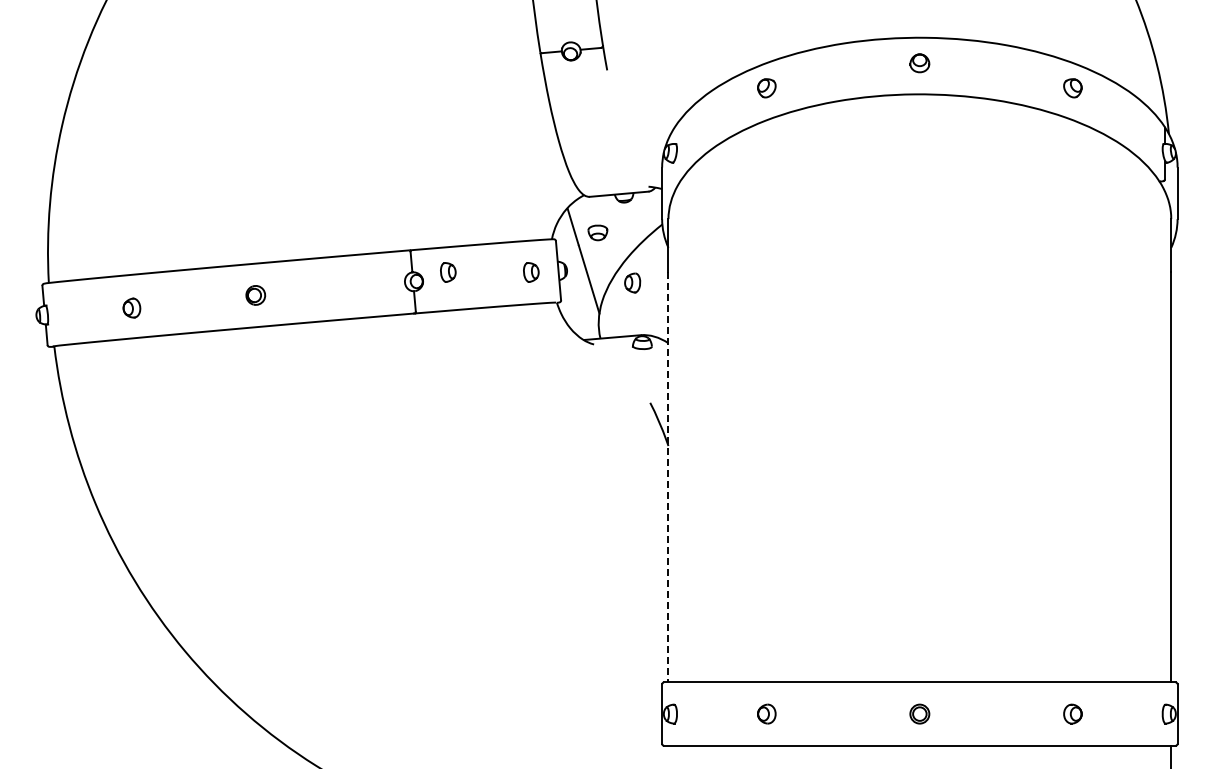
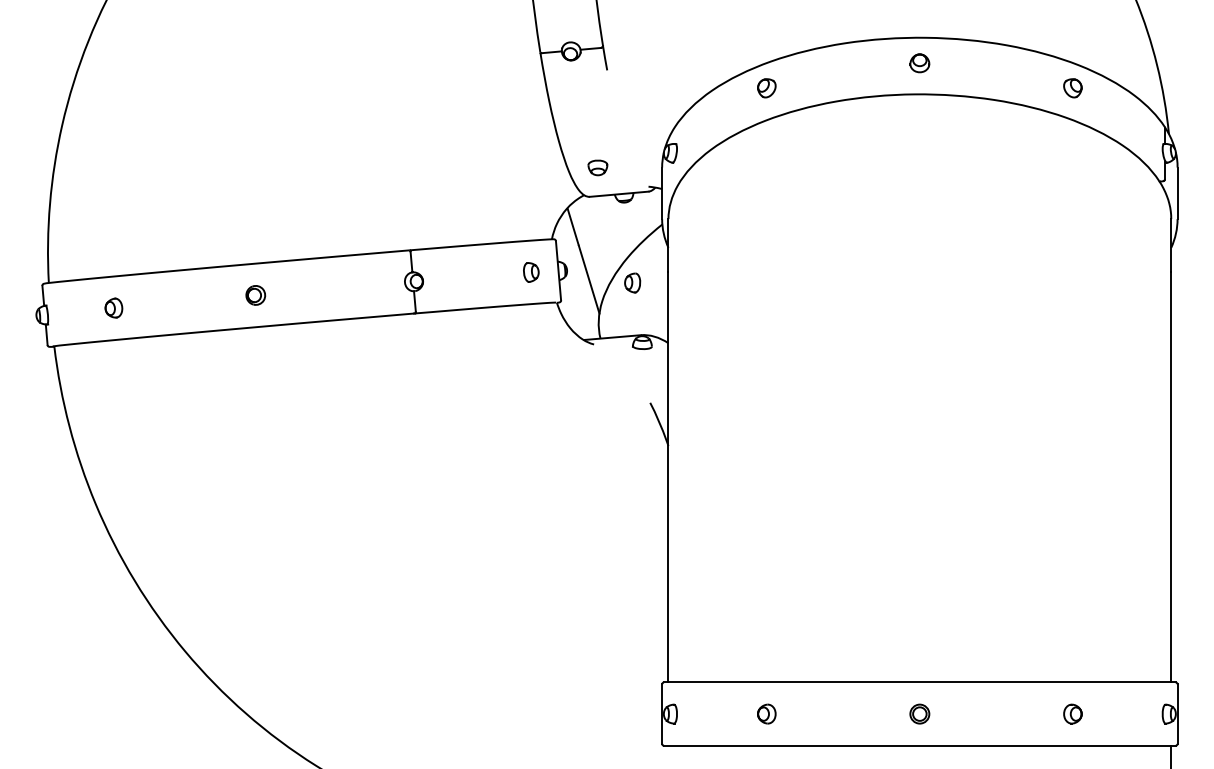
part at (597, 232) position: (597, 232) -> (597, 167)
part at (448, 272): present -> none
part at (131, 307) position: (131, 307) -> (113, 307)
line at (668, 477): dashed -> solid
